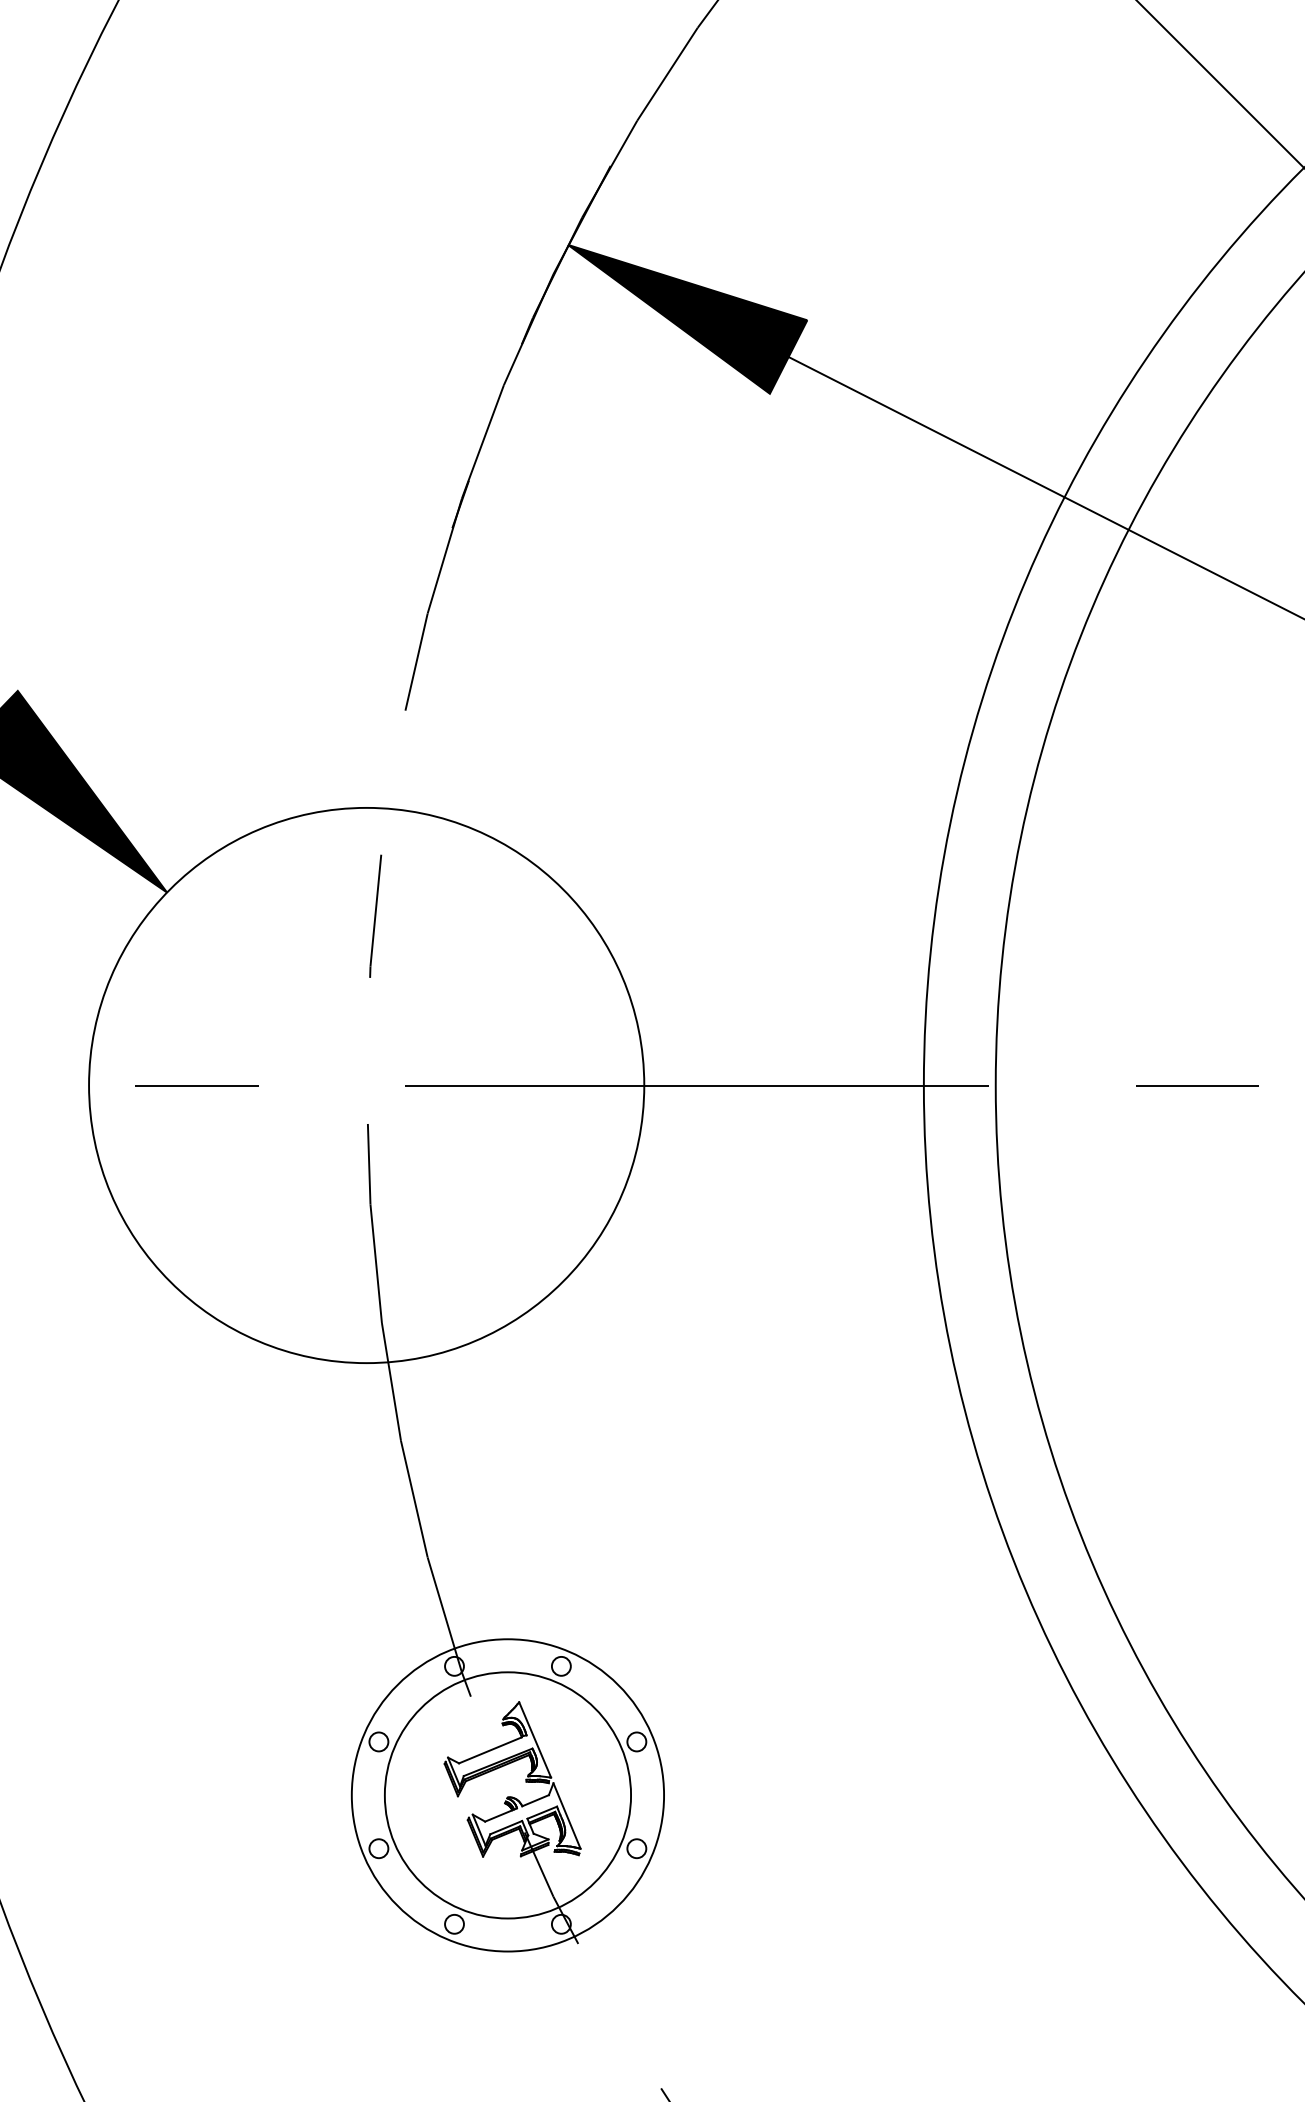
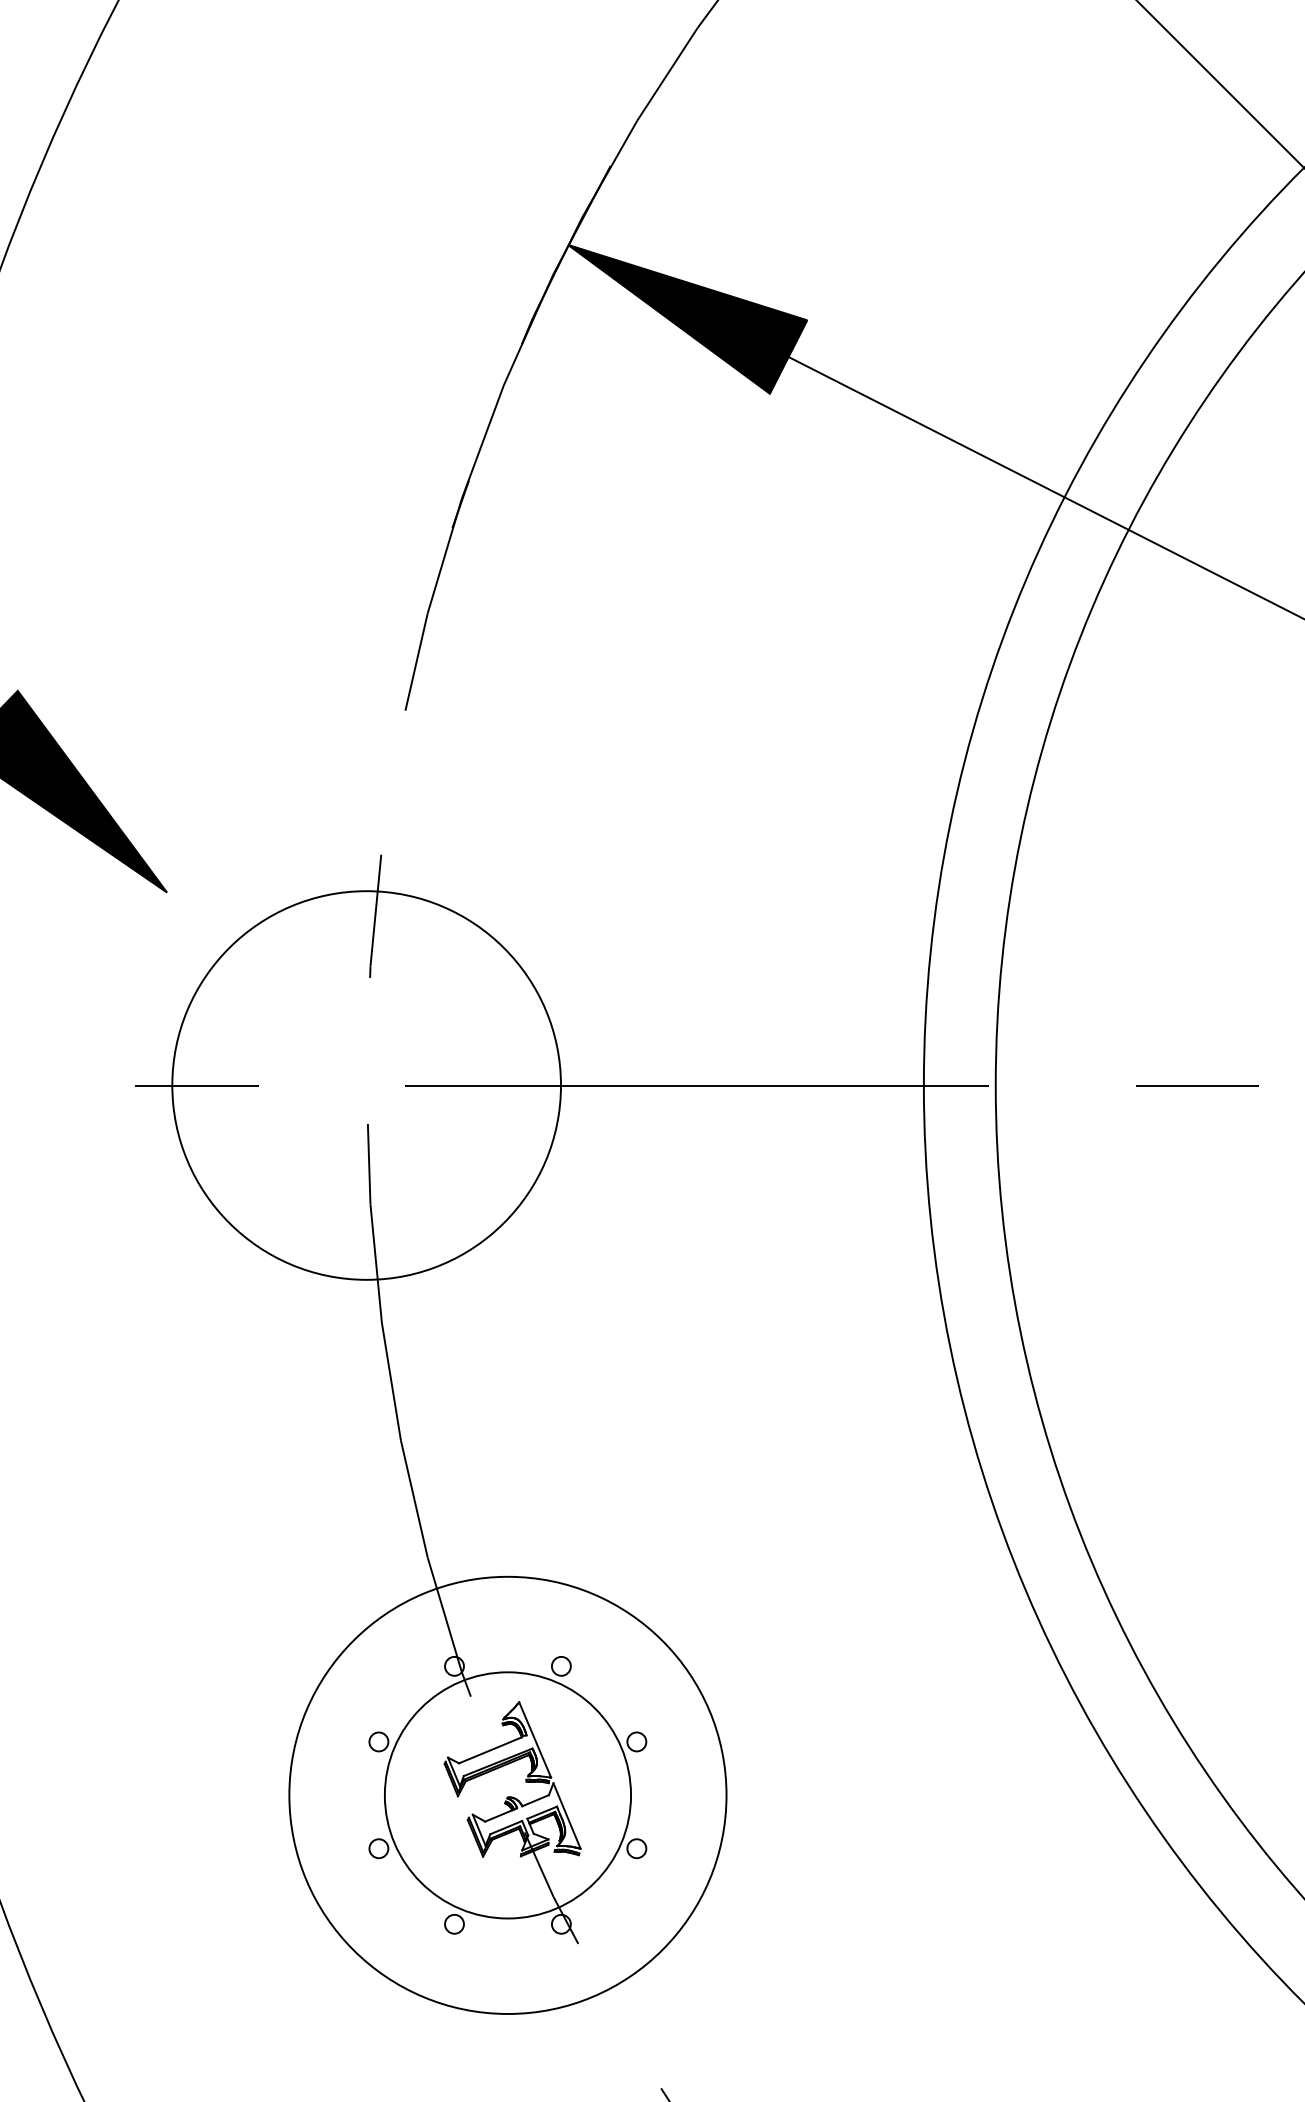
circle at (366, 1085) diameter: 555 px -> 389 px
circle at (507, 1795) diameter: 312 px -> 437 px
